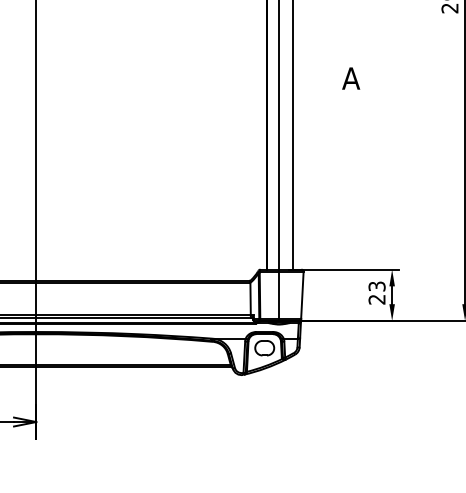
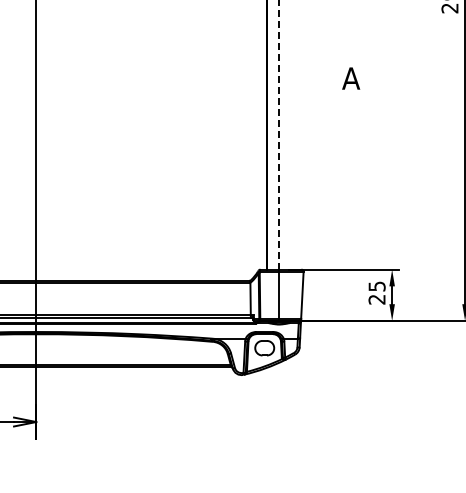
line at (279, 134): solid -> dashed
line at (292, 135): present -> none
text at (376, 285): 23 -> 25
